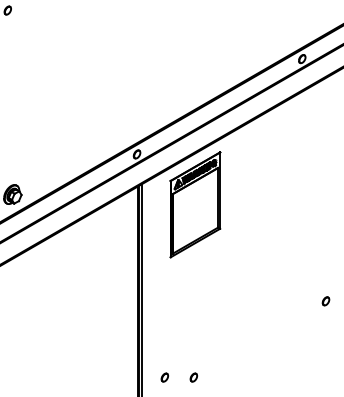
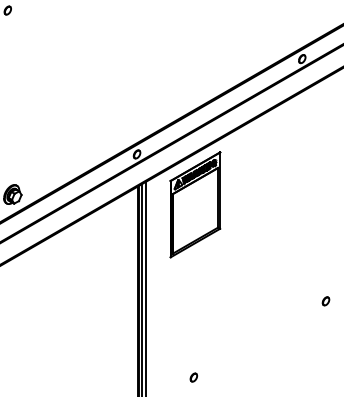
line at (145, 287): none -> present
part at (164, 377): present -> none
